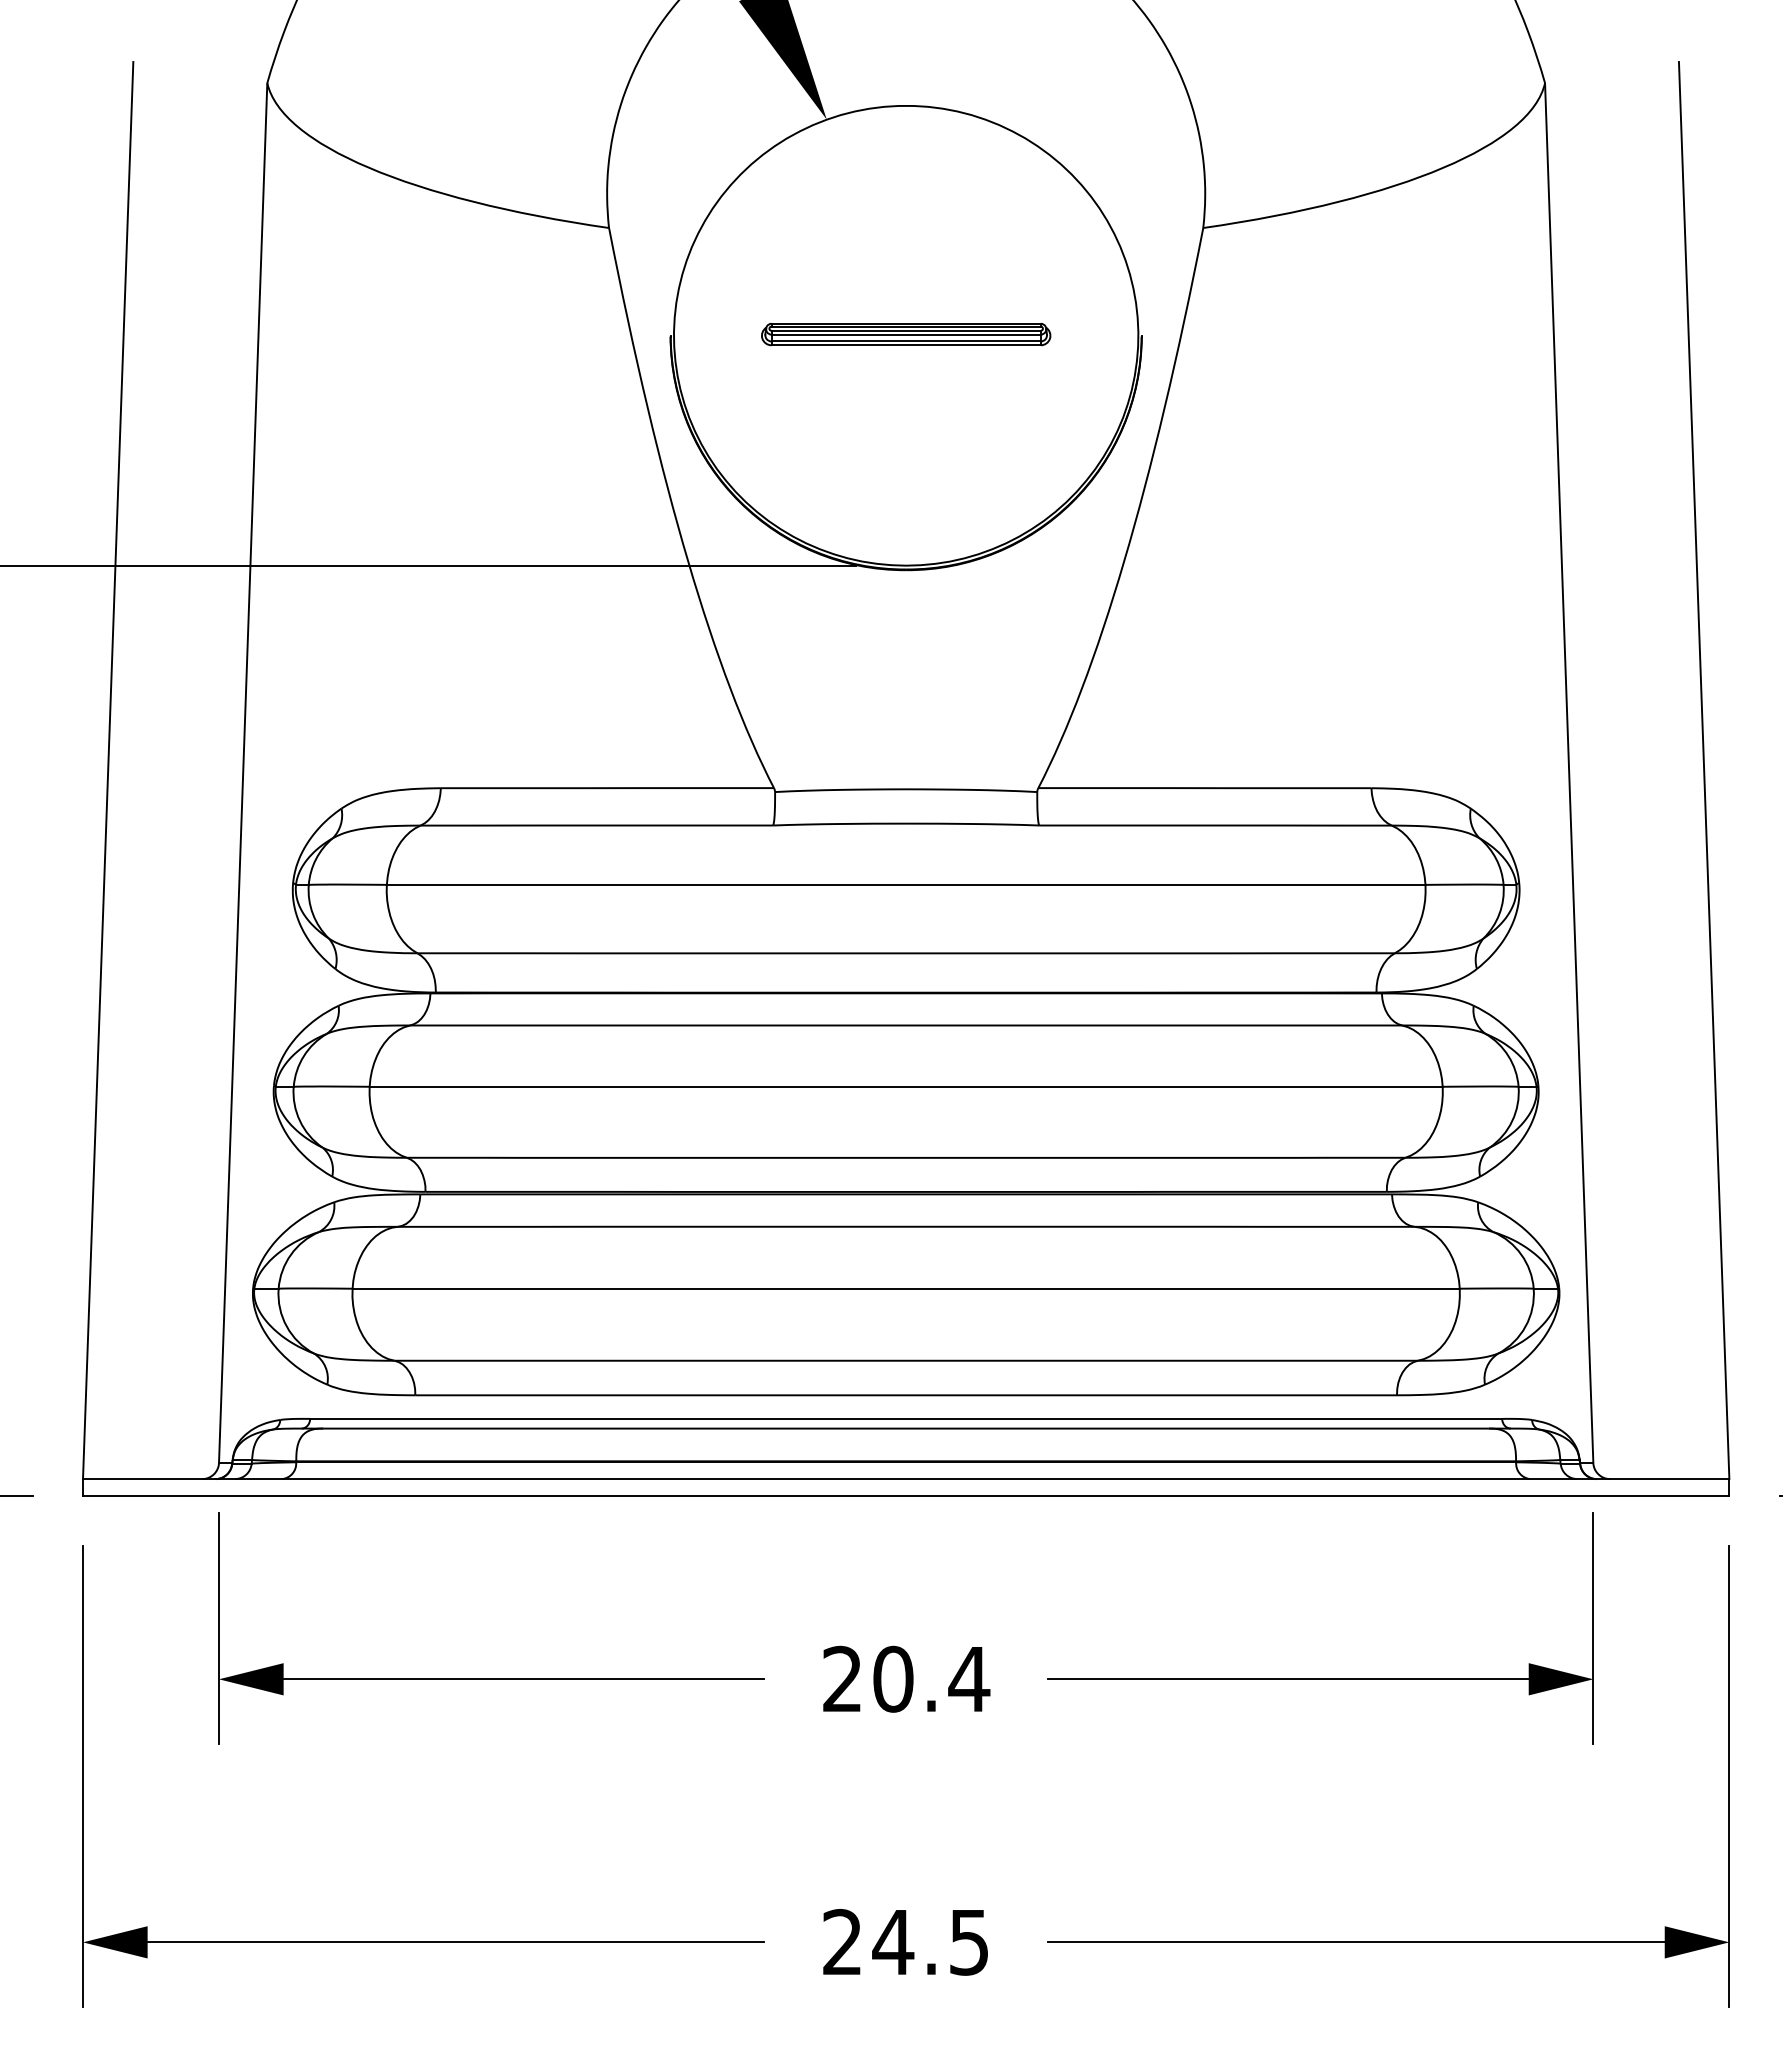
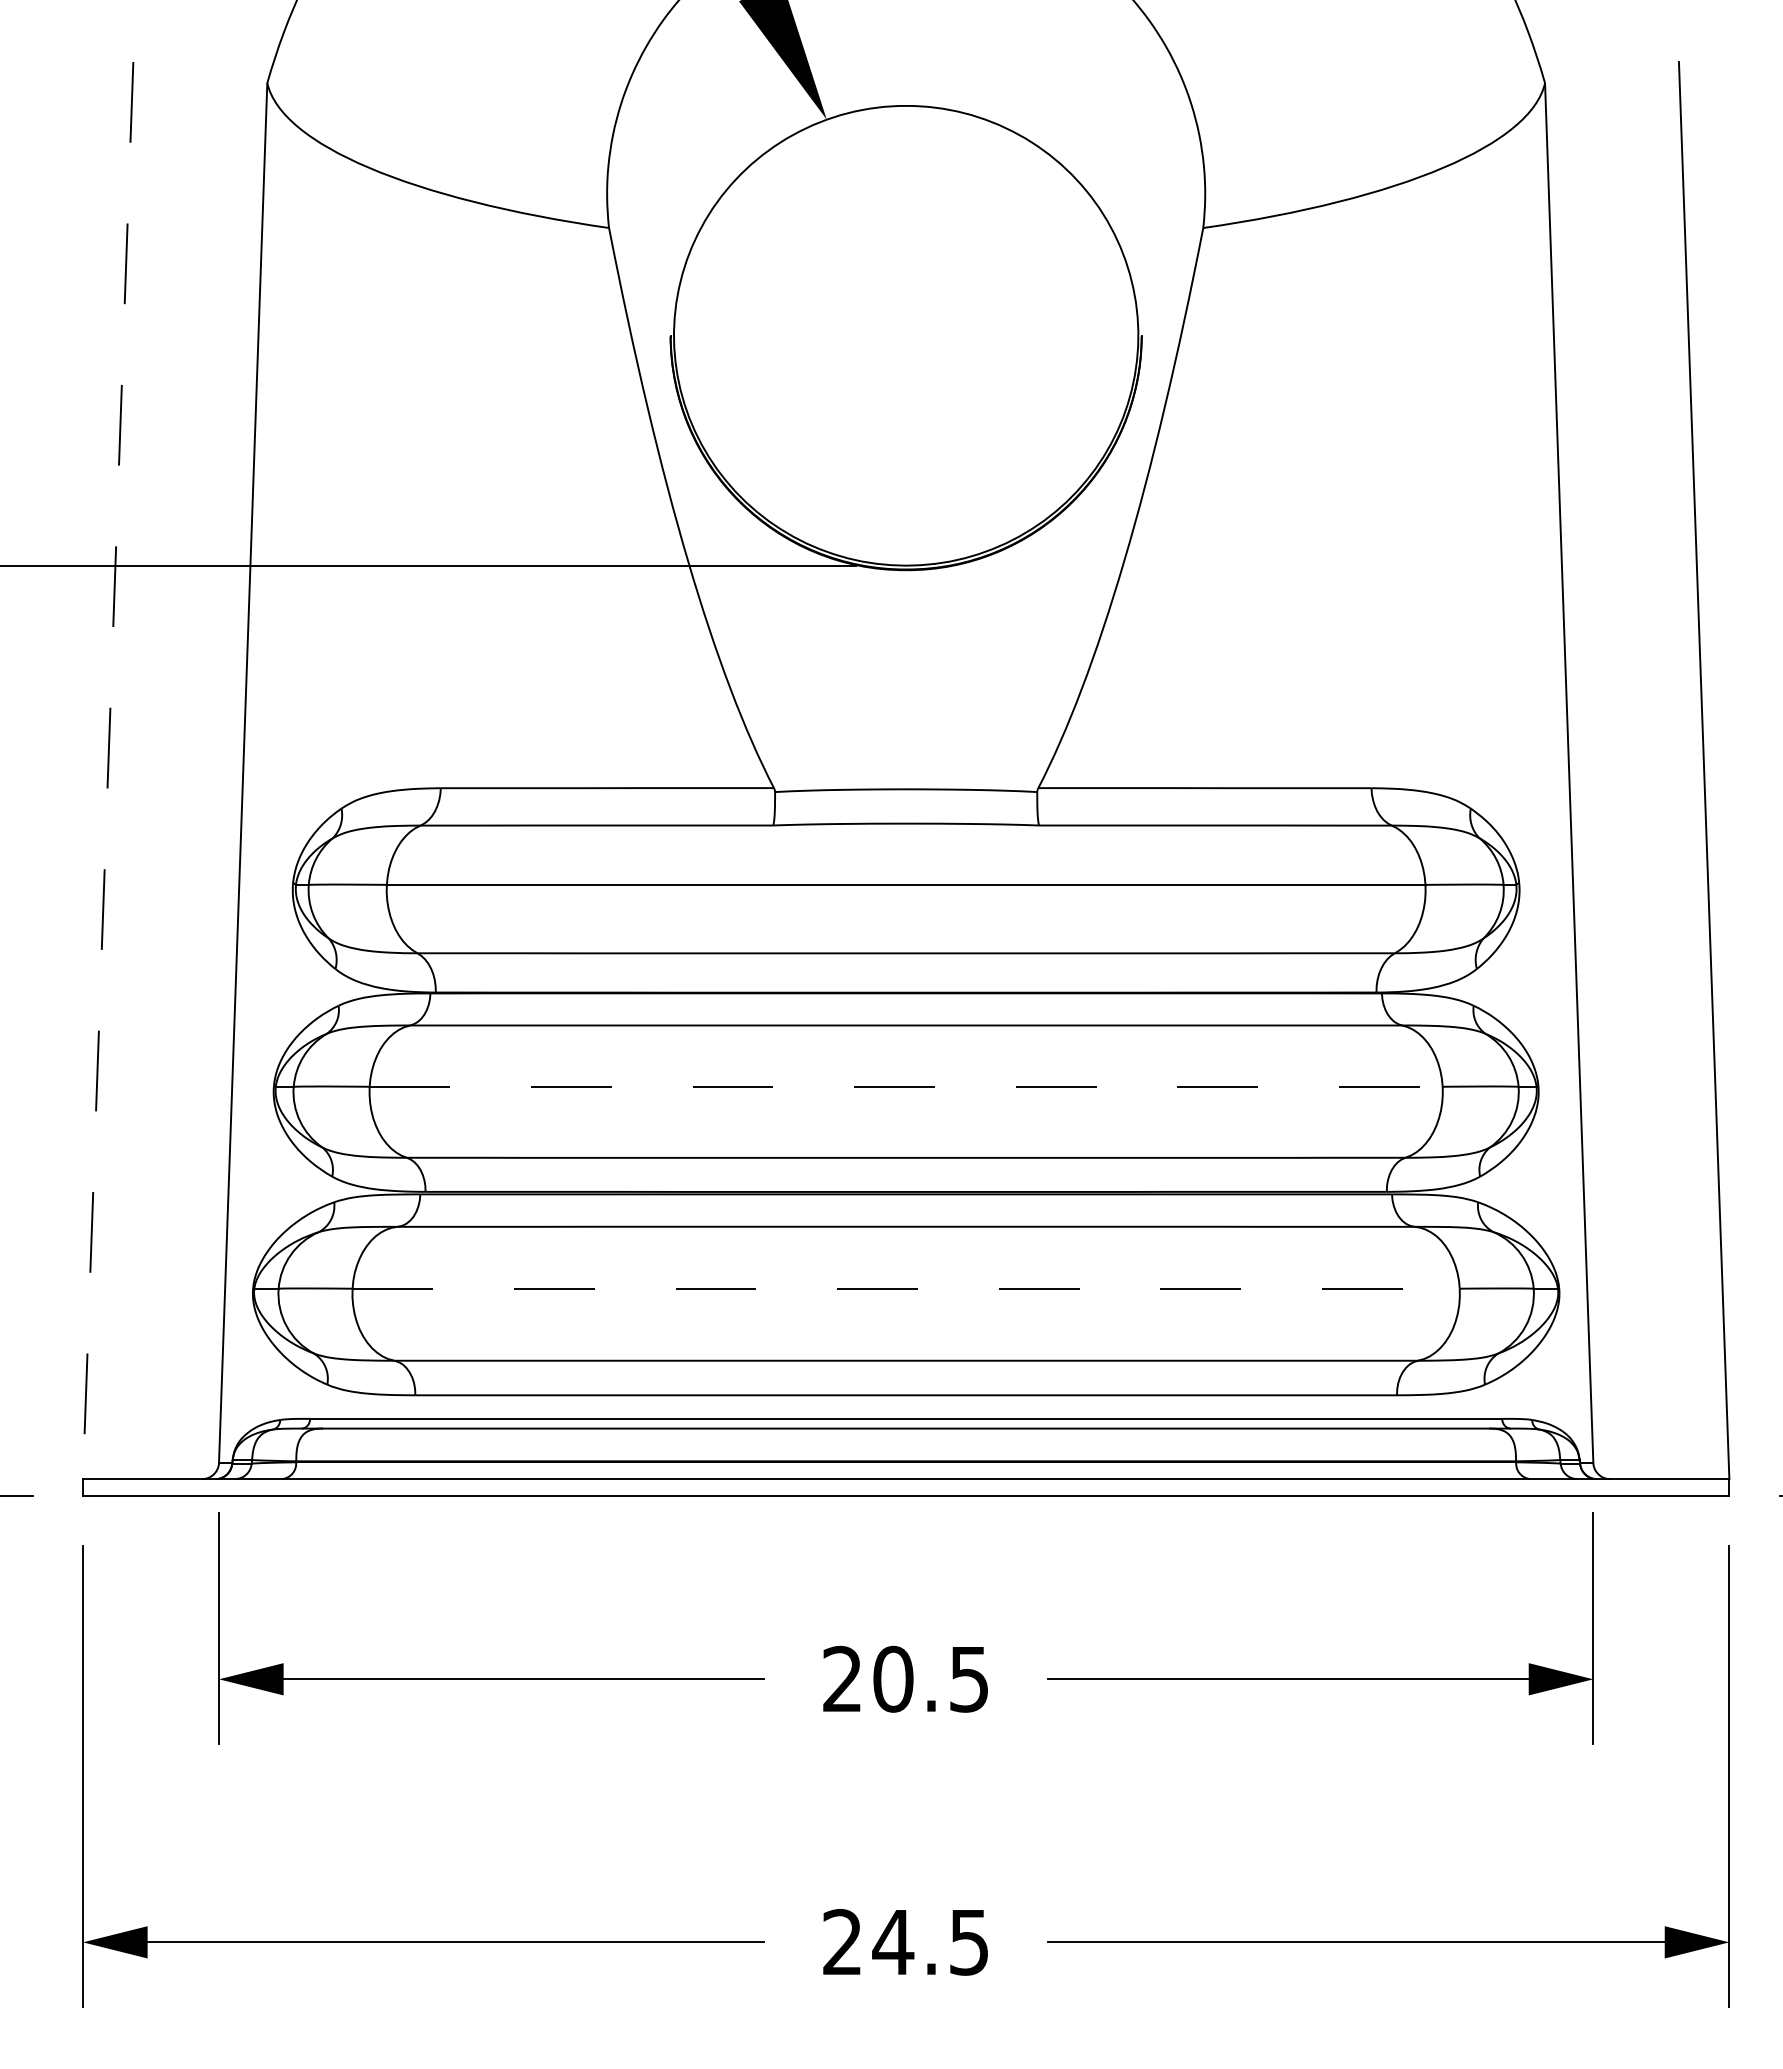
part at (906, 334): present -> none
line at (108, 770): solid -> dashed
line at (906, 1086): solid -> dashed
line at (906, 1288): solid -> dashed
text at (969, 1679): 20.4 -> 20.5
